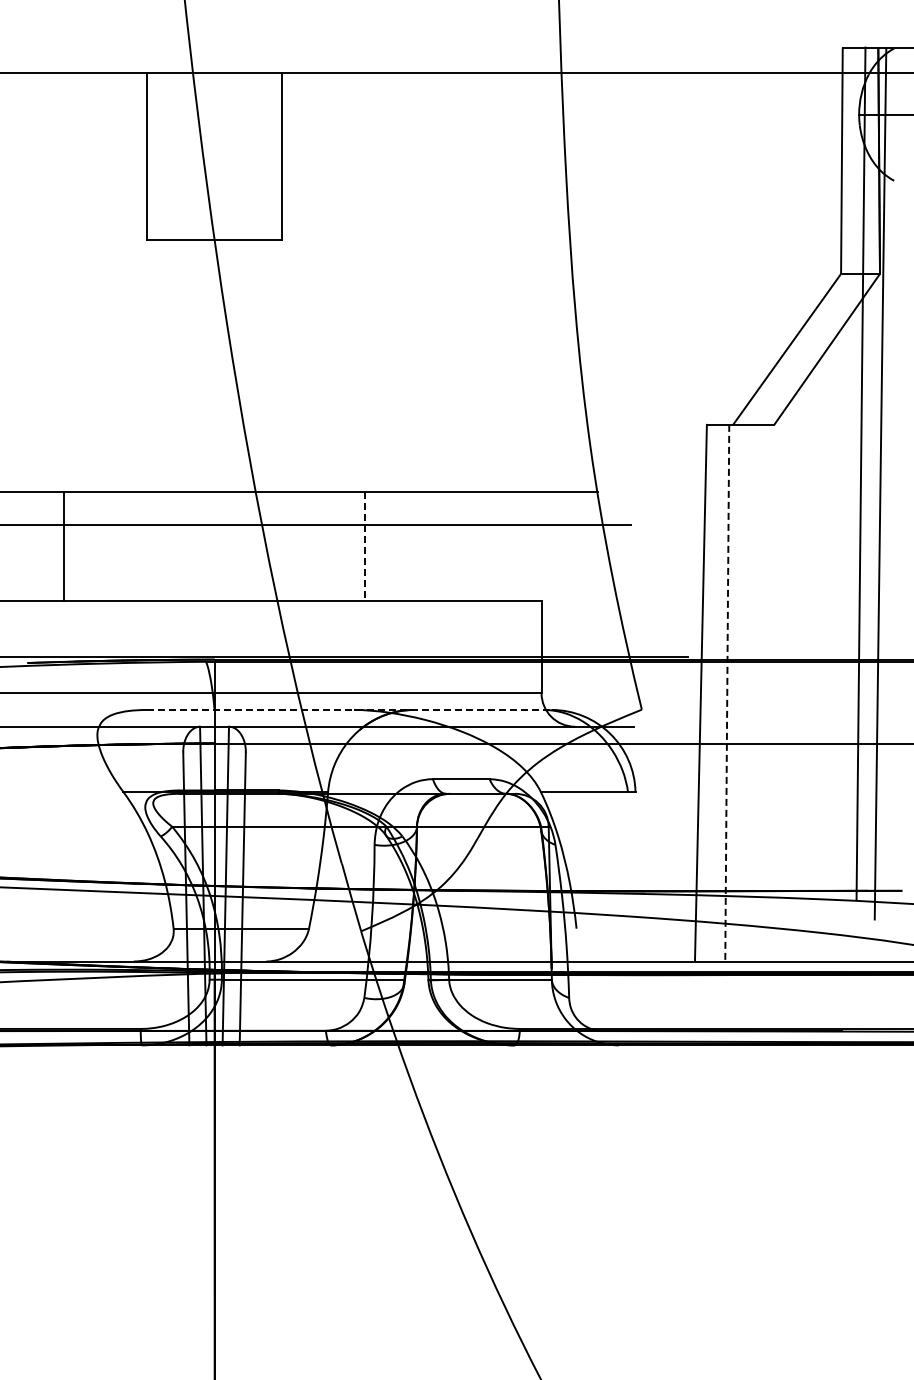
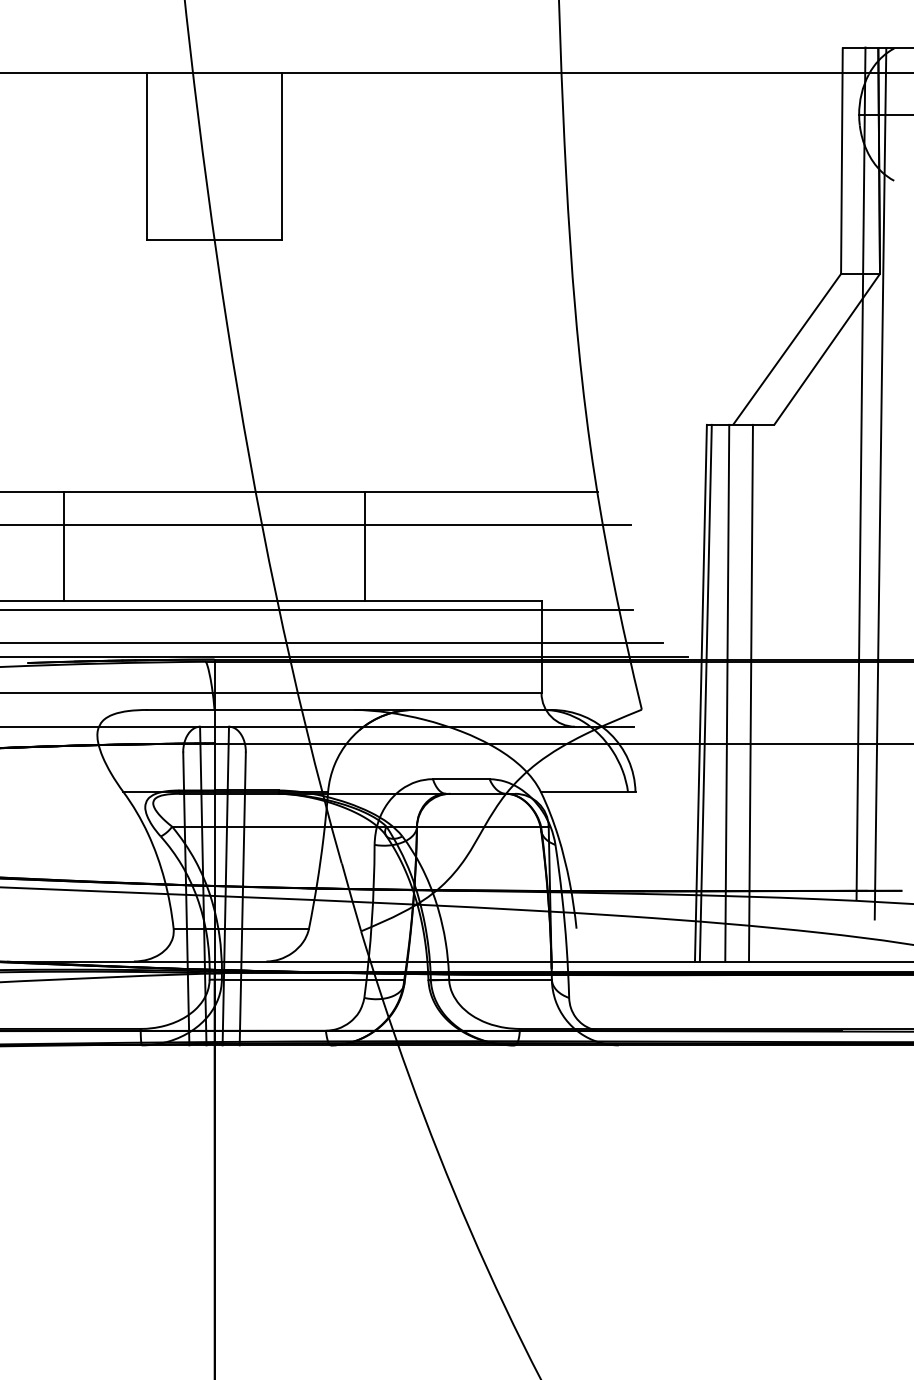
line at (365, 546): dashed -> solid
line at (317, 610): none -> present
line at (332, 642): none -> present
line at (705, 692): none -> present
line at (750, 692): none -> present
line at (727, 693): dashed -> solid
line at (350, 709): dashed -> solid
